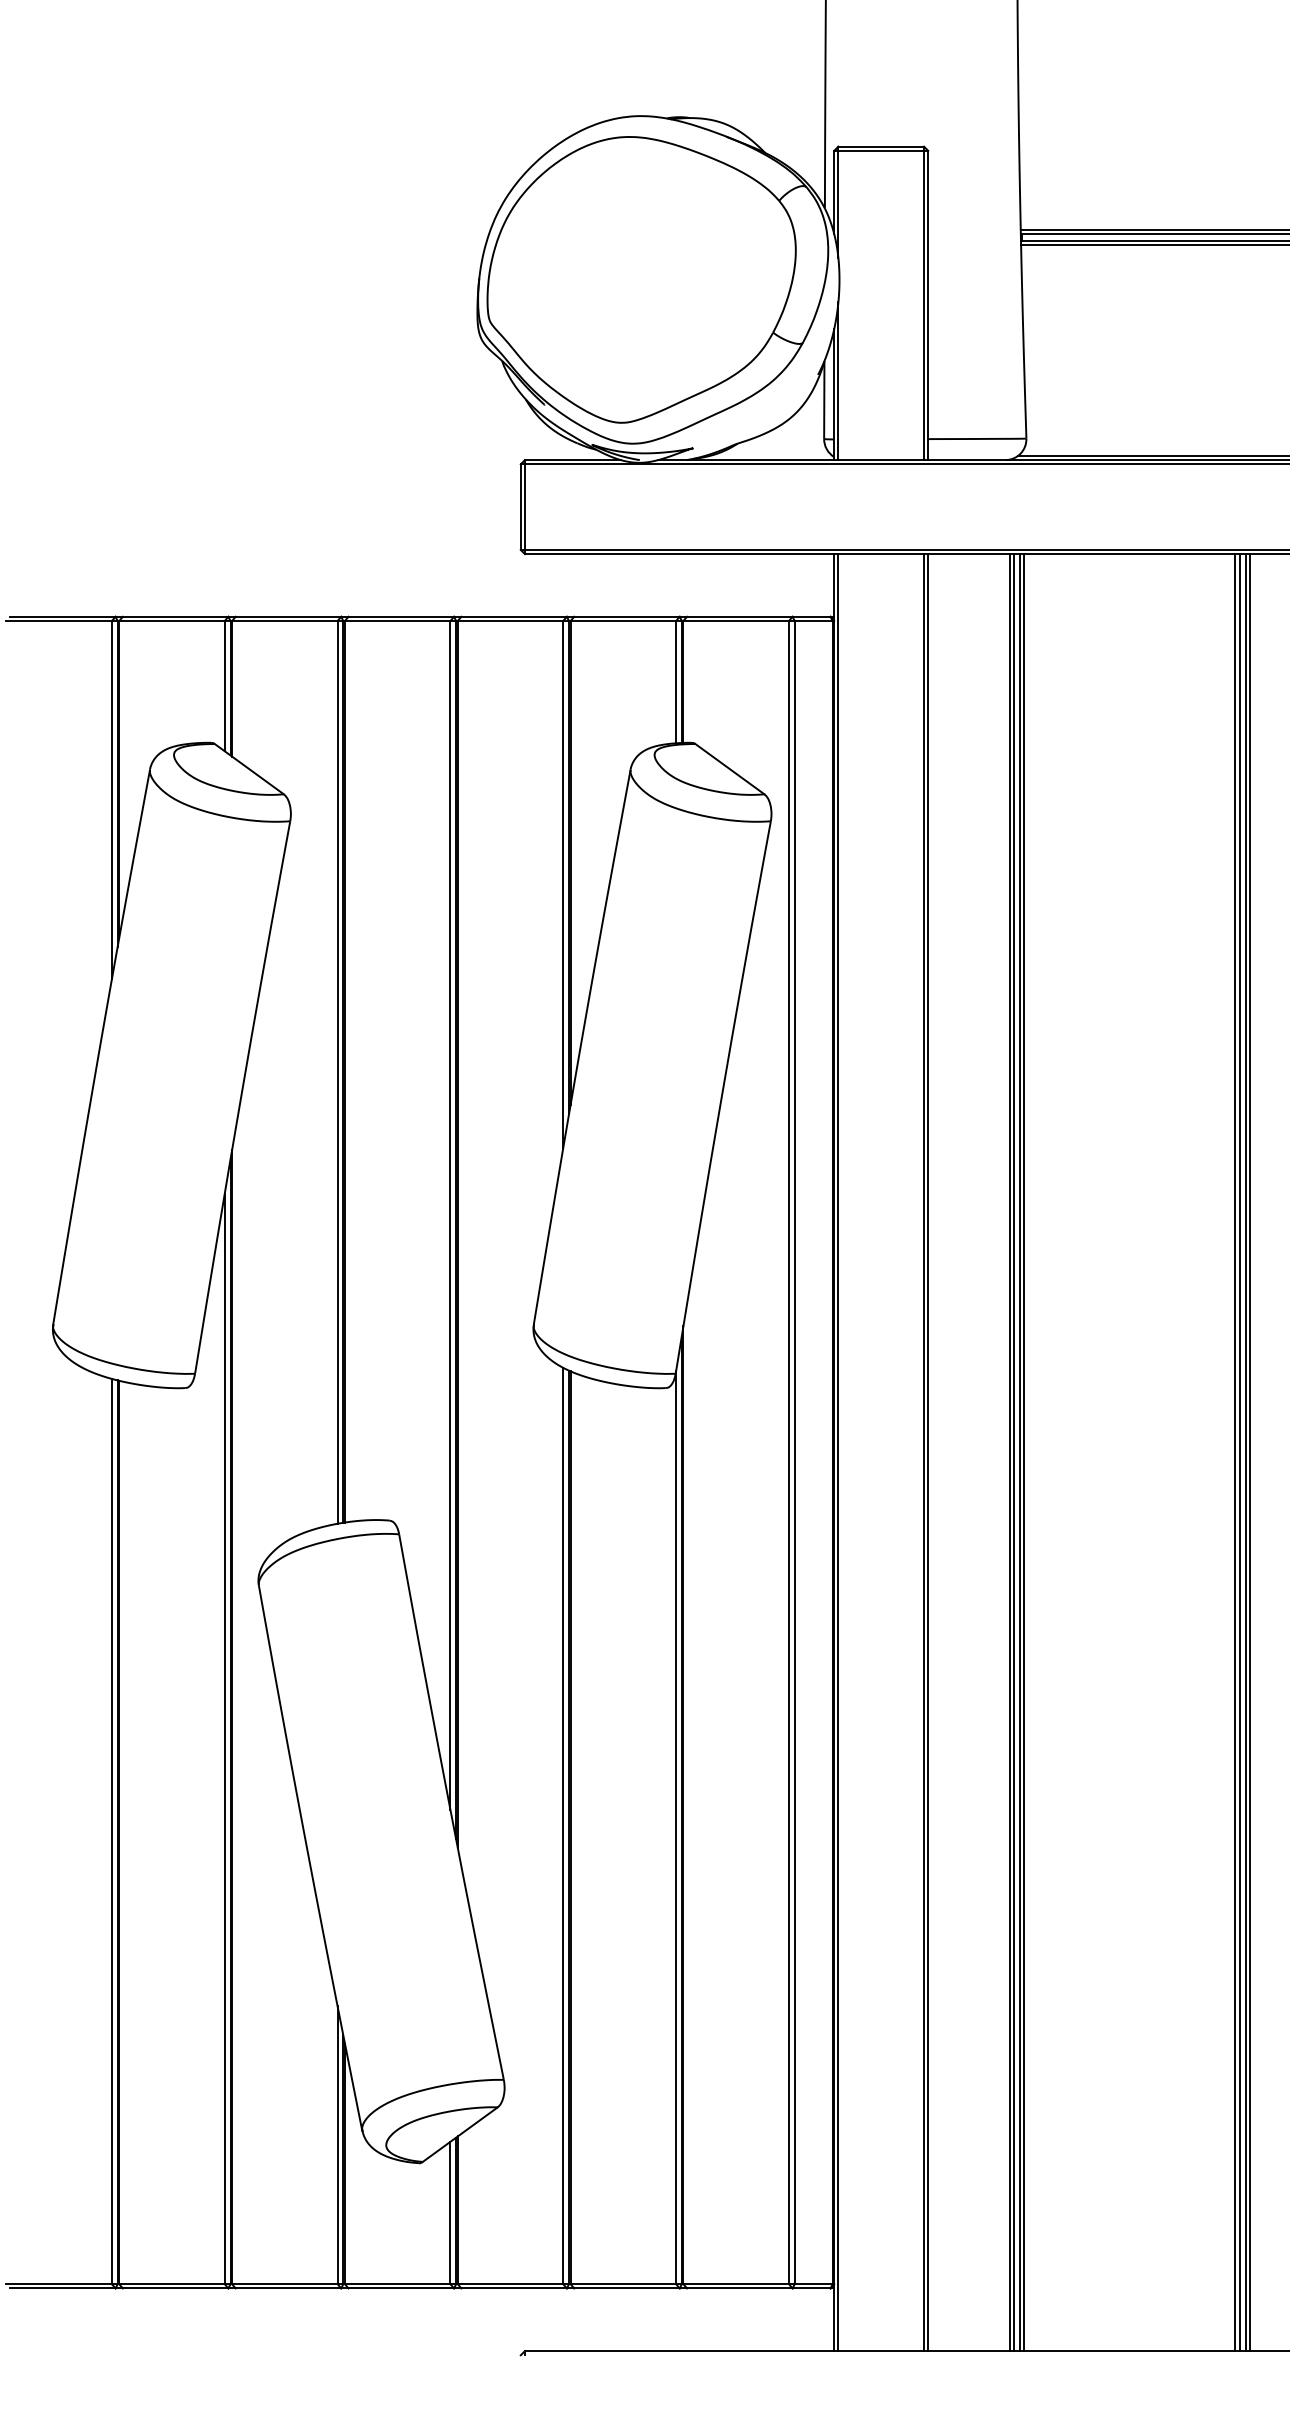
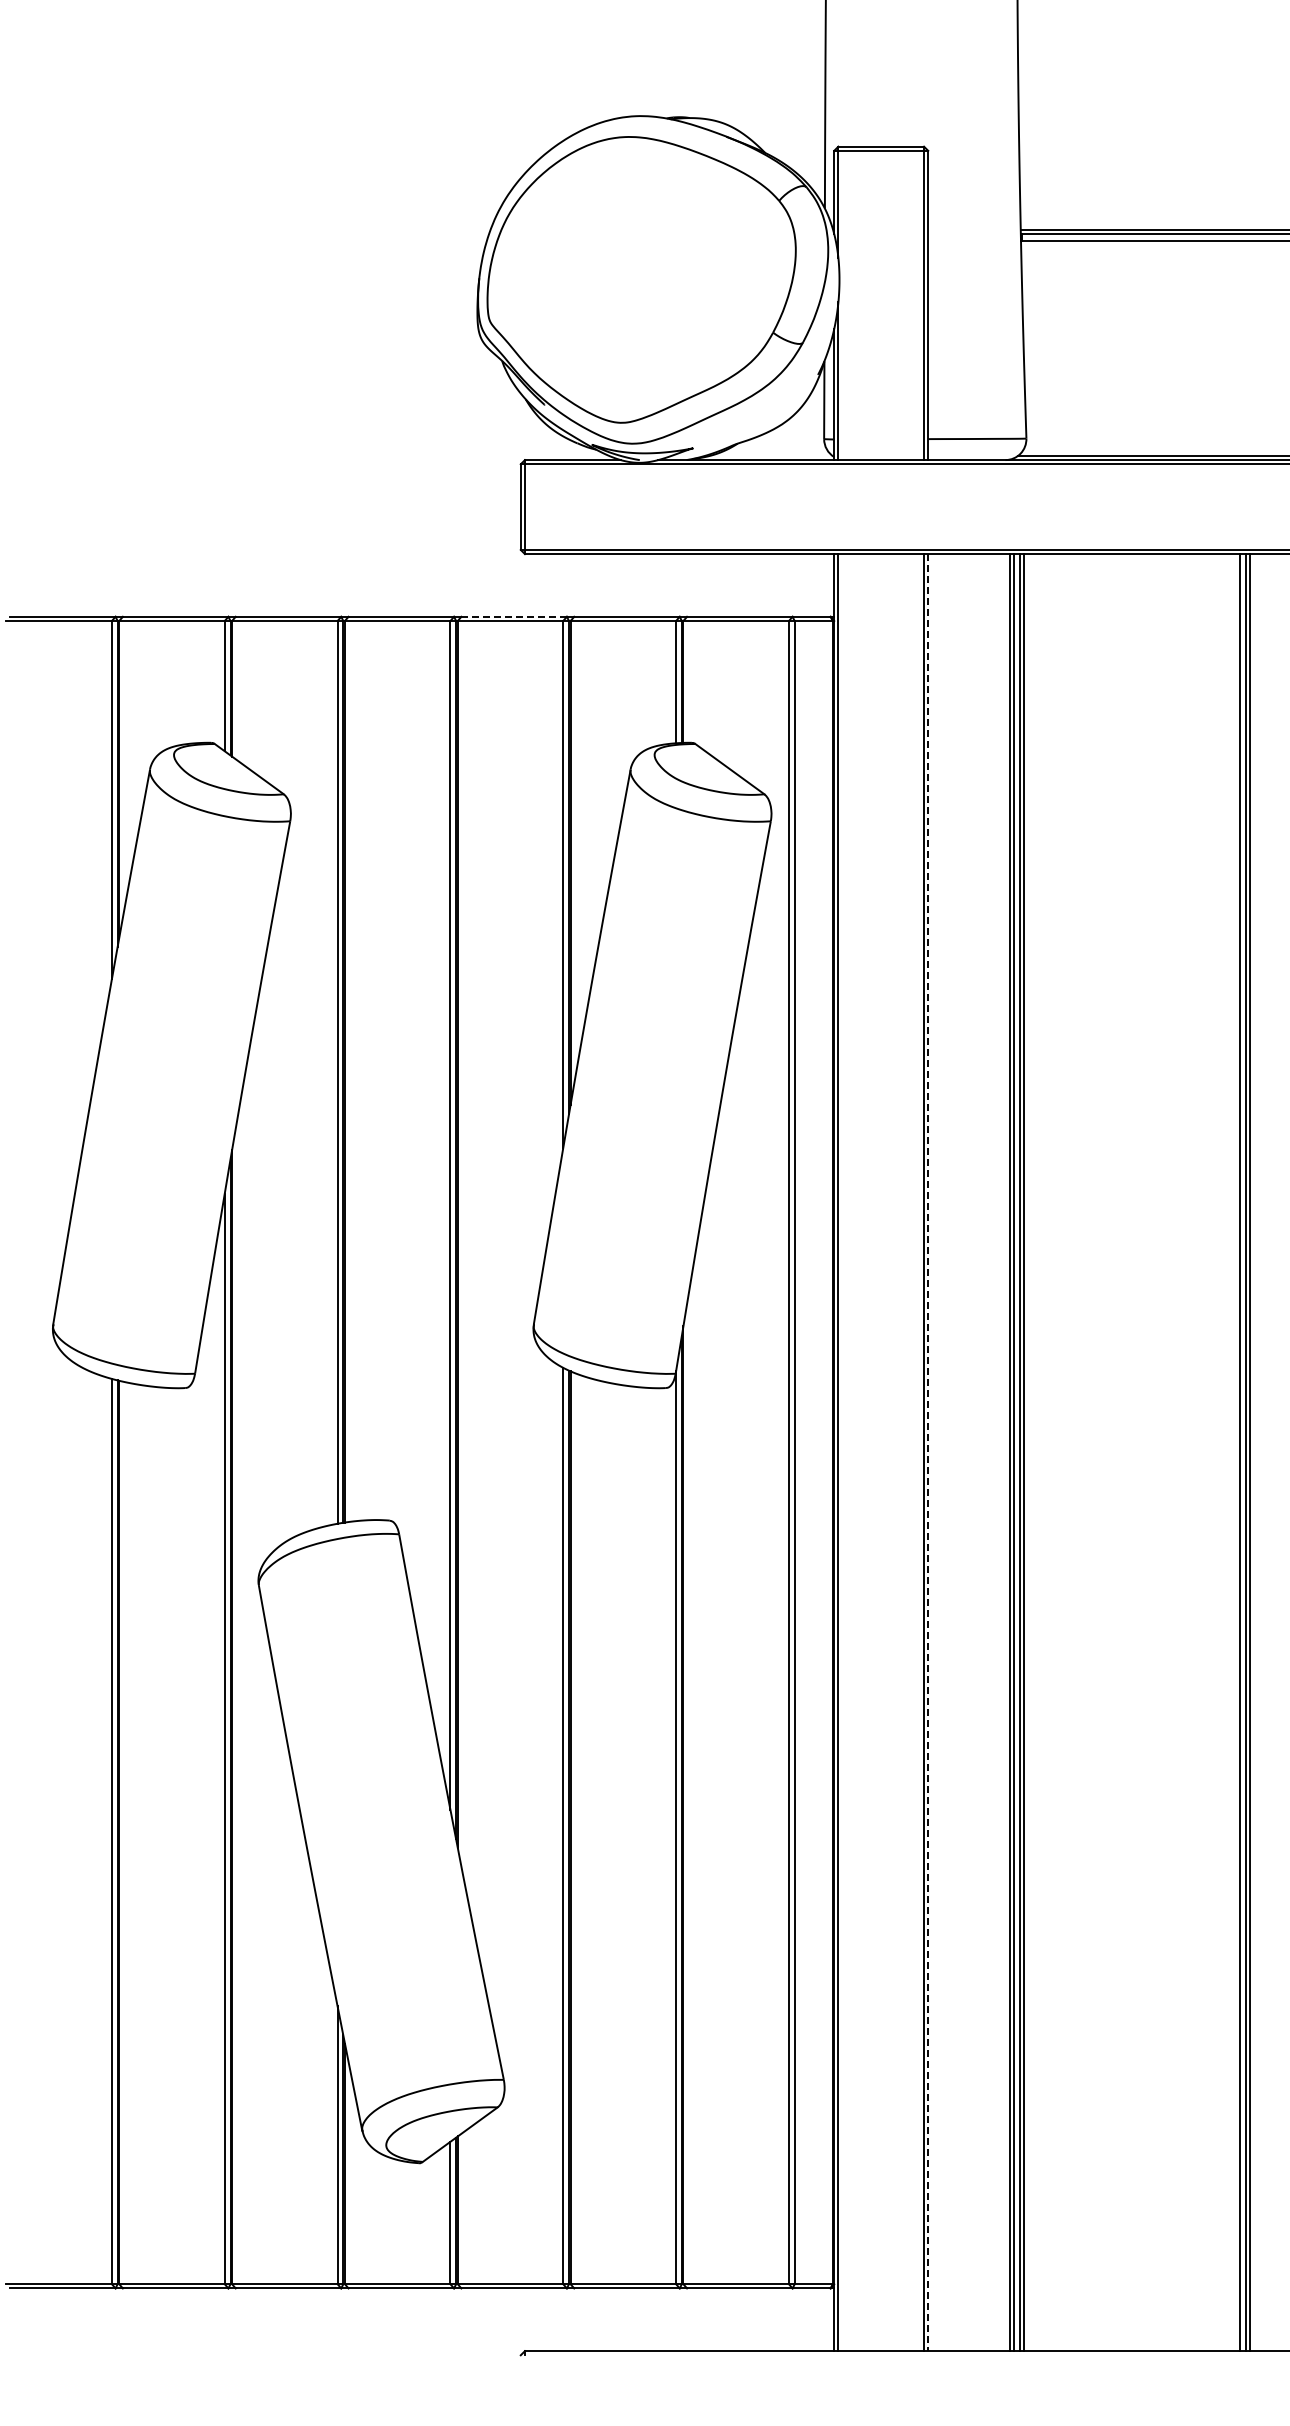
line at (1153, 244): present -> none
line at (514, 616): solid -> dashed
line at (1235, 1452): present -> none
line at (928, 1453): solid -> dashed
